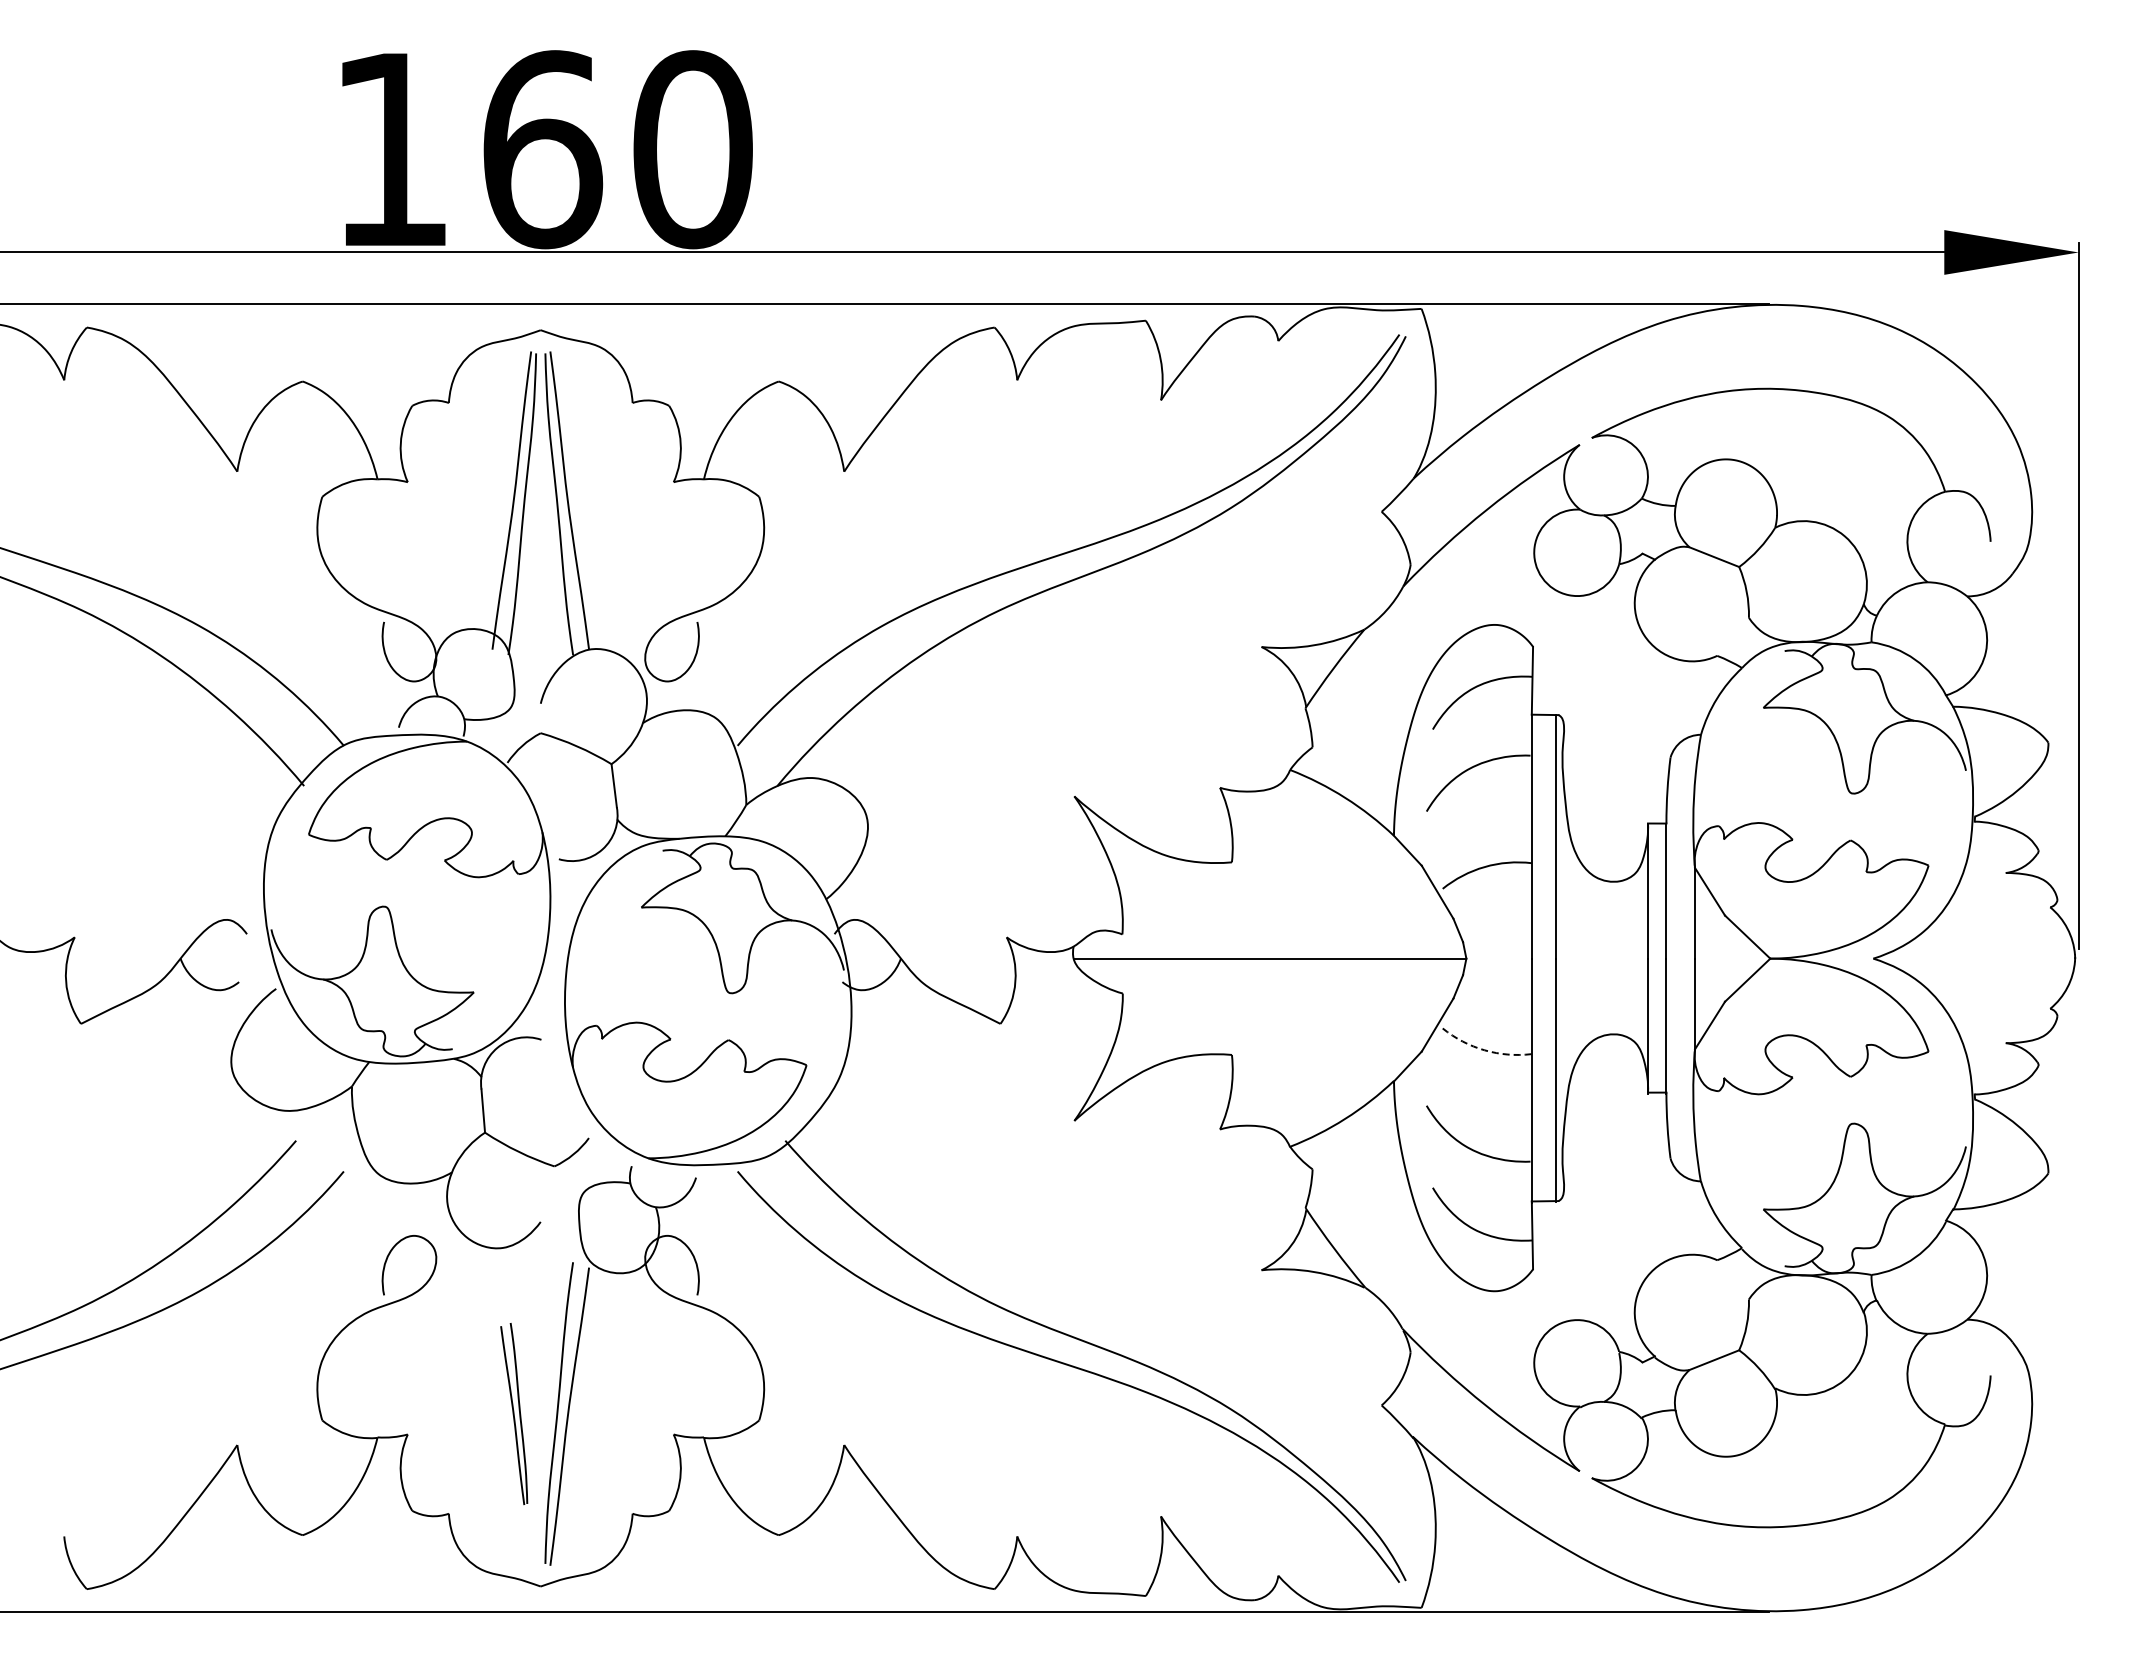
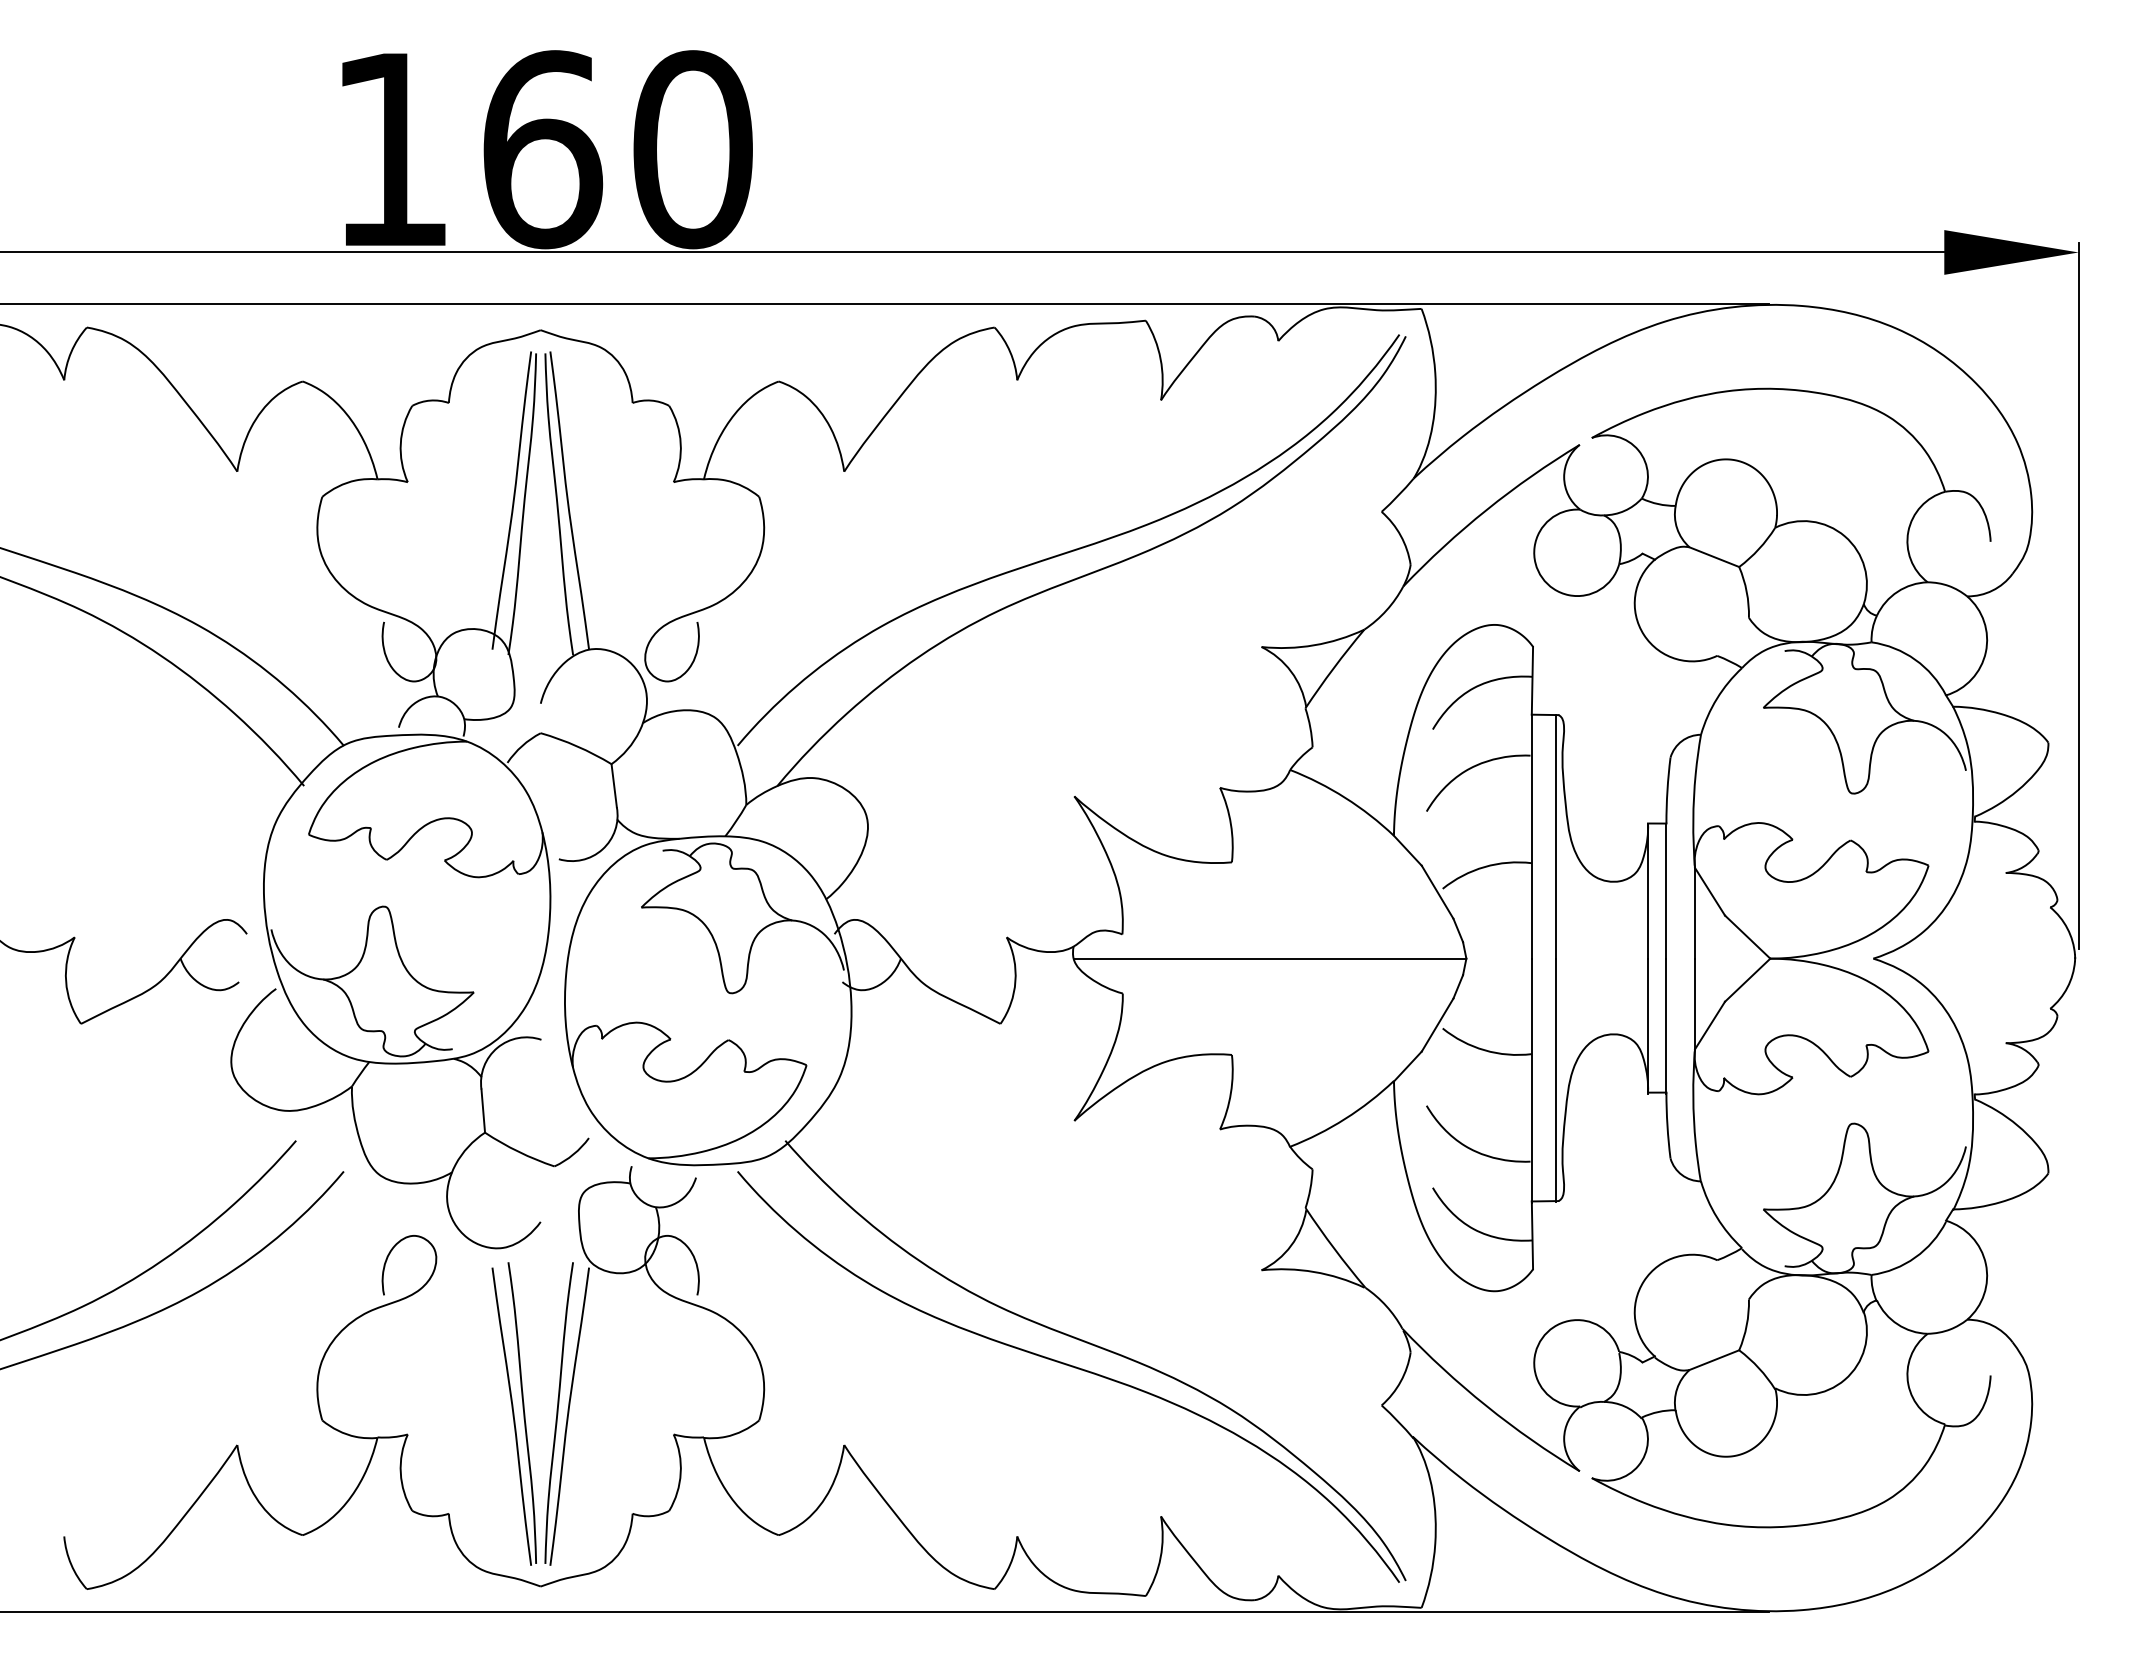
arc at (1484, 1050): dashed -> solid
part at (514, 1414) size: 29x183 px -> 46x304 px
